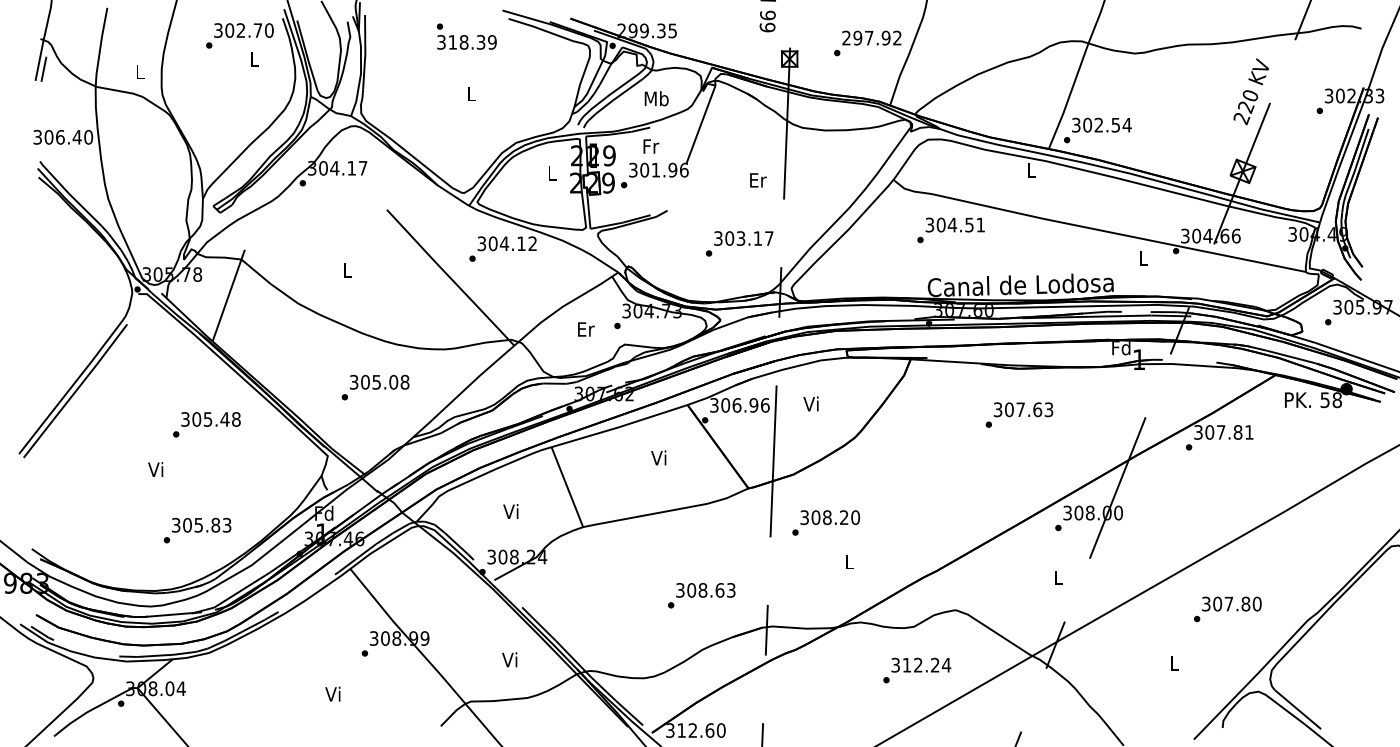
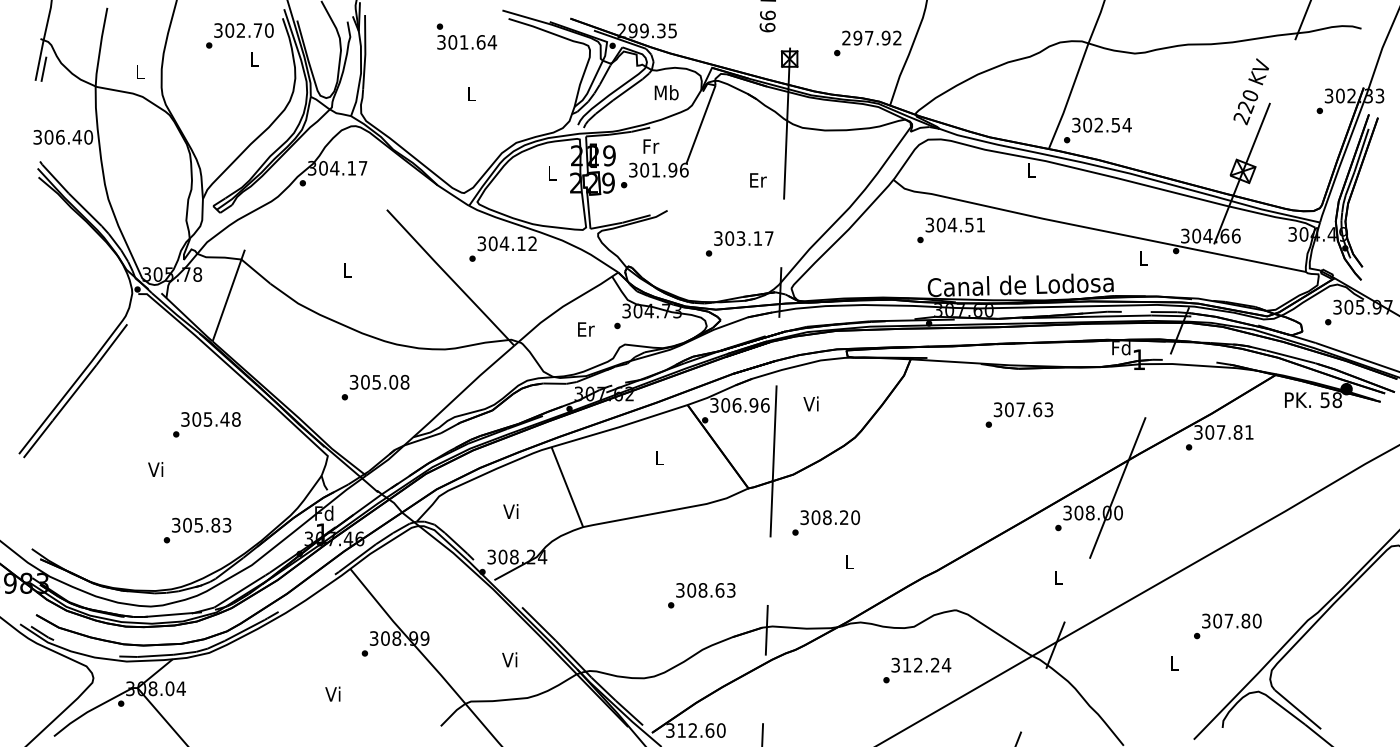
text at (472, 42): 318.39 -> 301.64
text at (656, 98) position: (656, 98) -> (666, 92)
text at (658, 457): Vi -> L
text at (1227, 609) position: (1227, 609) -> (1227, 626)
